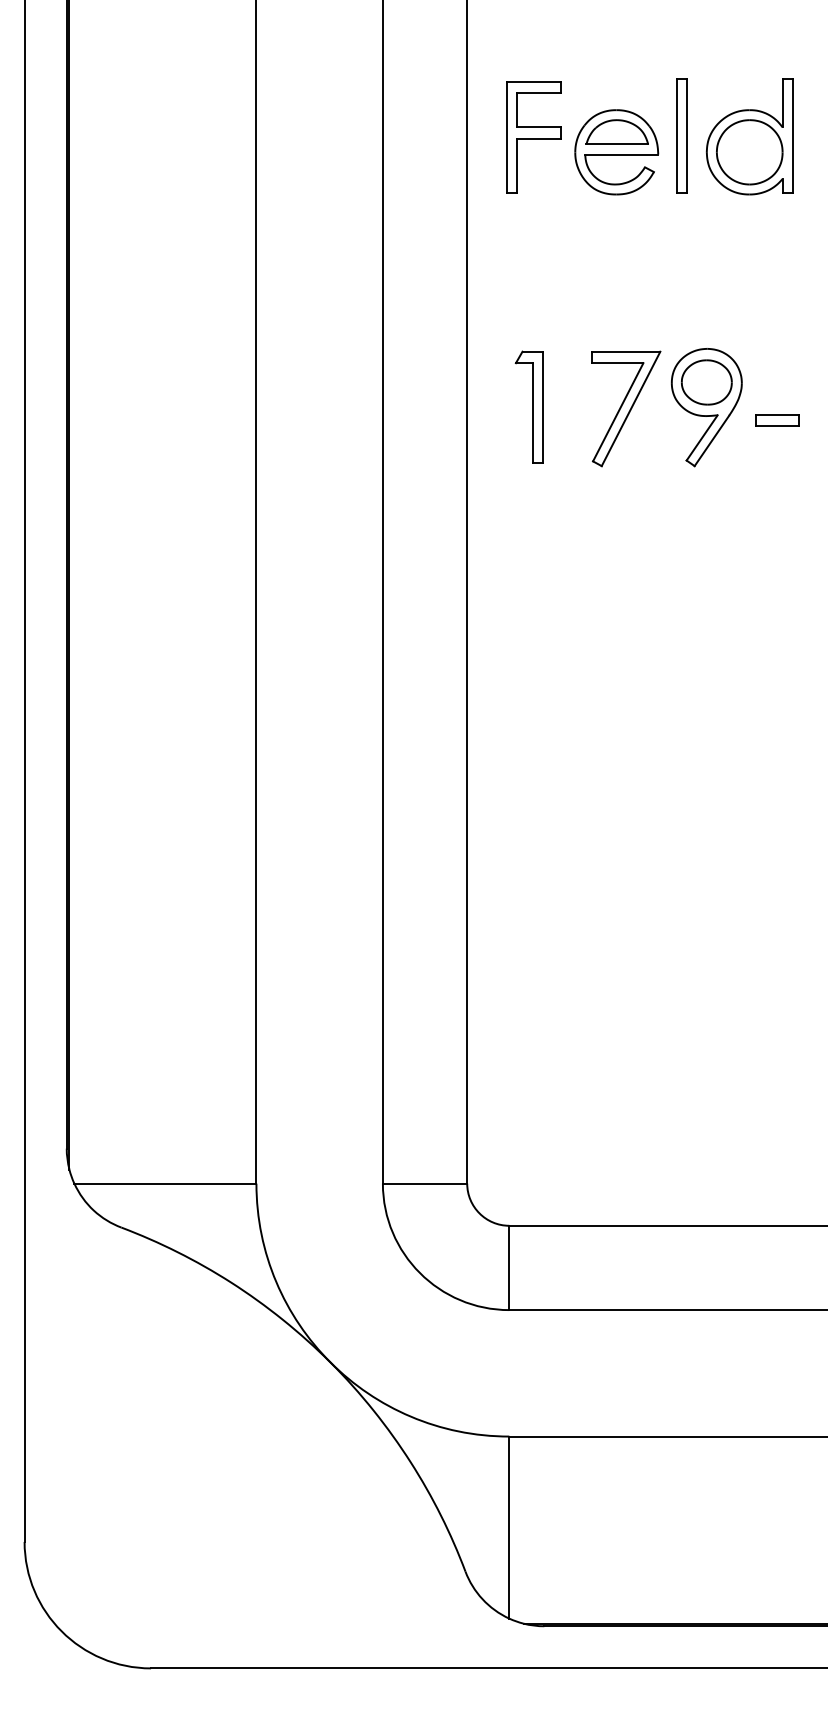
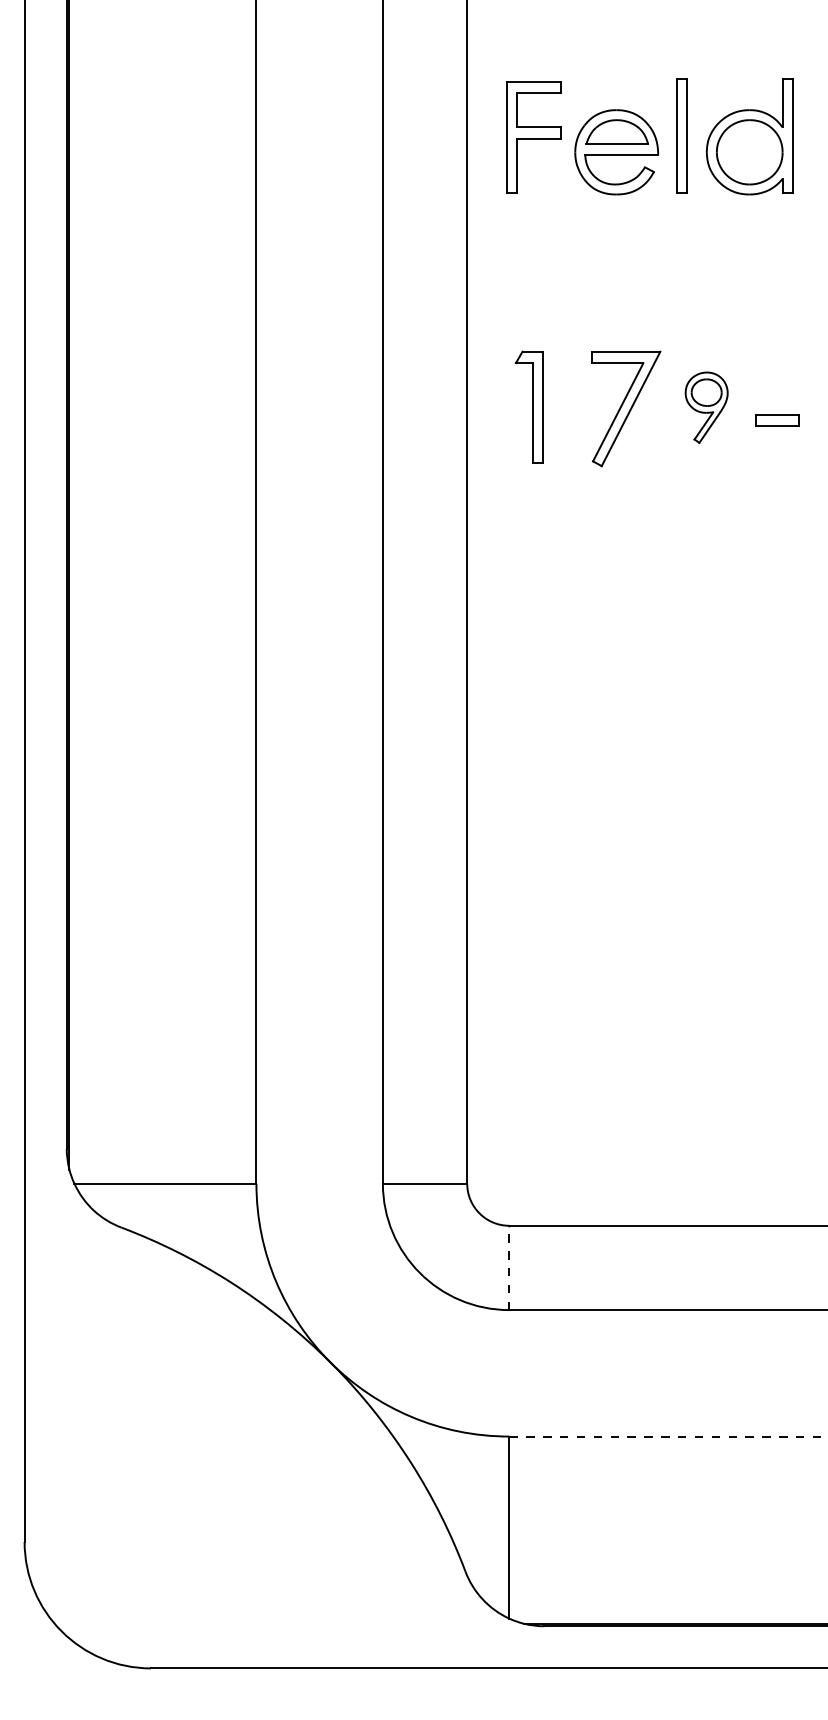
part at (706, 407) size: 73x120 px -> 45x73 px
line at (509, 1267): solid -> dashed
line at (668, 1436): solid -> dashed
